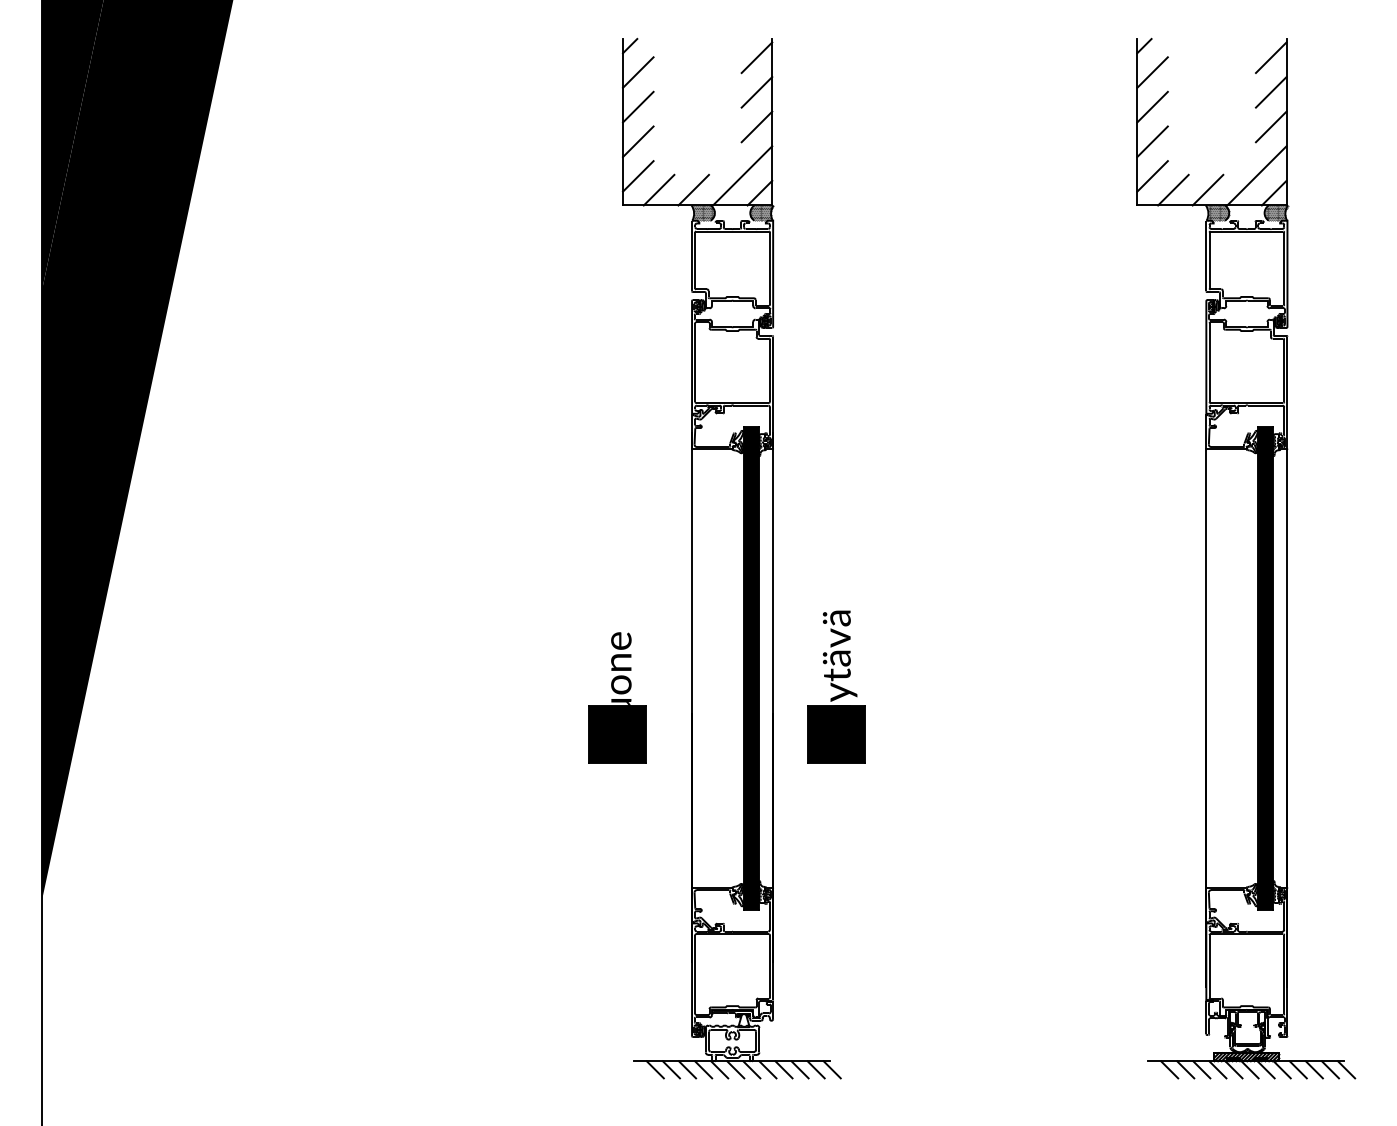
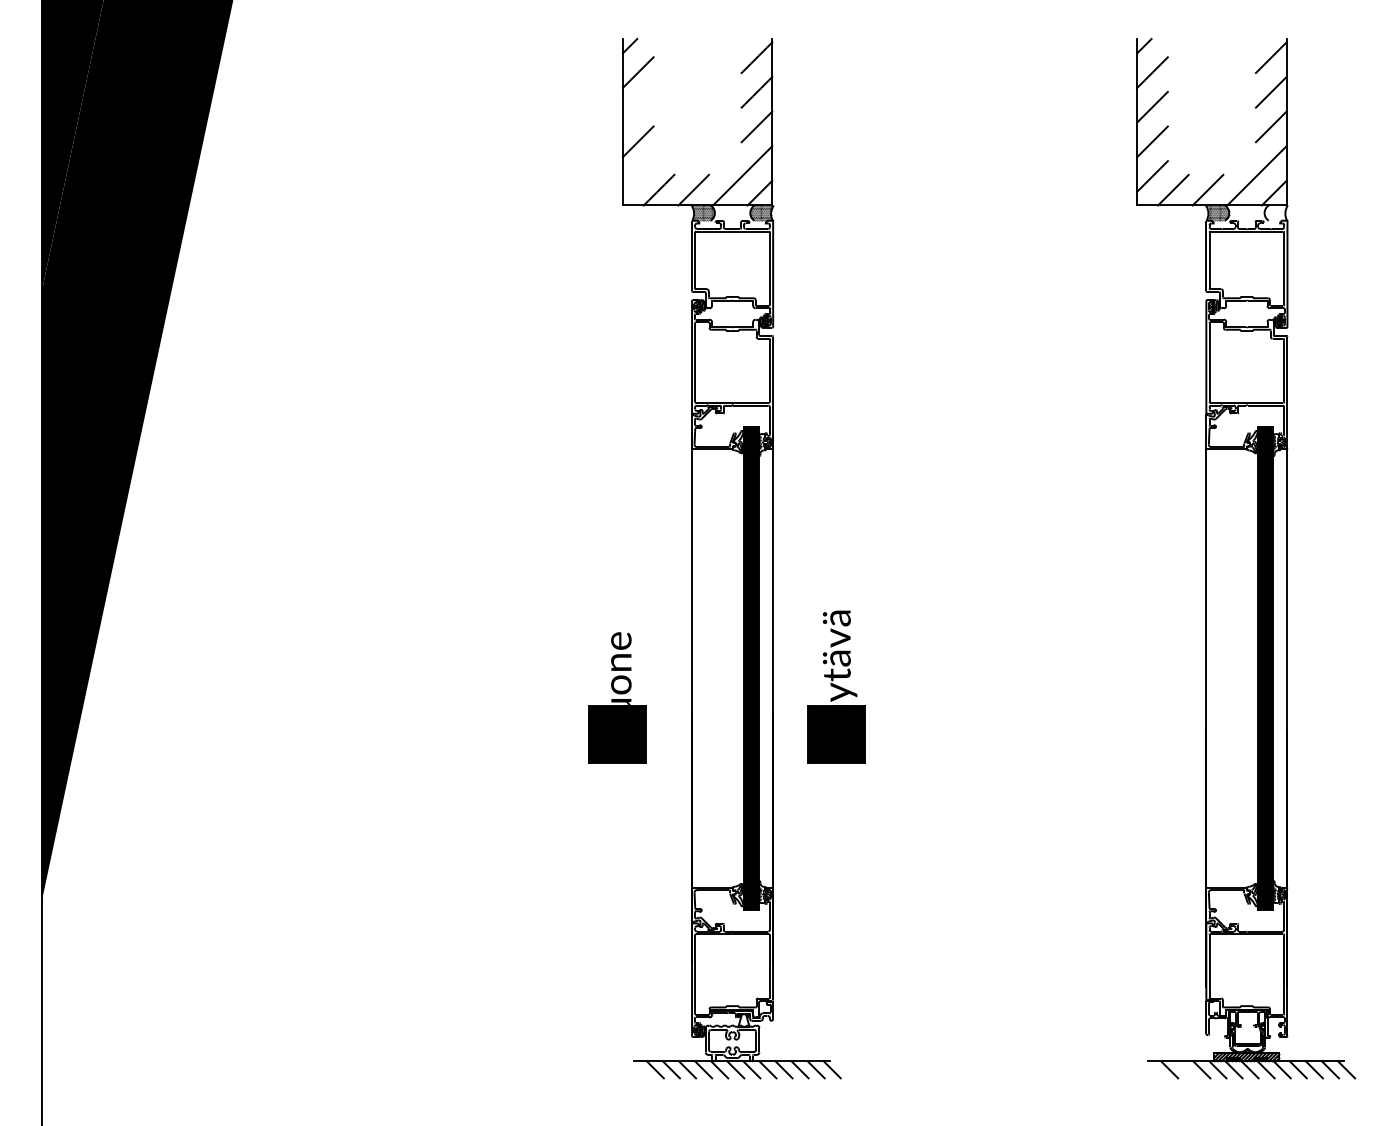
line at (638, 106): present -> none
line at (638, 176): present -> none
hatch at (1275, 212): present -> none
line at (1185, 1069): present -> none
